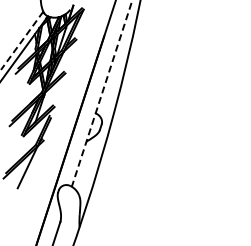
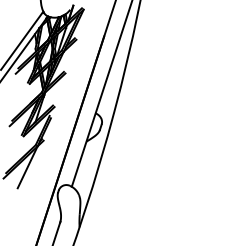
line at (21, 41): dashed -> solid
line at (102, 93): dashed -> solid
